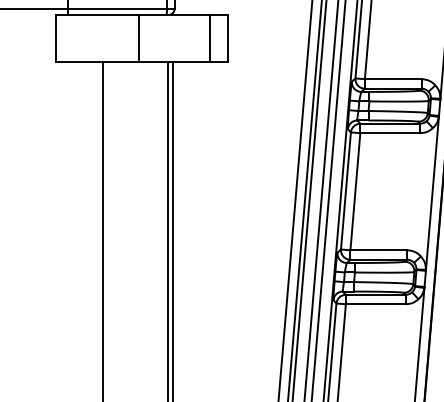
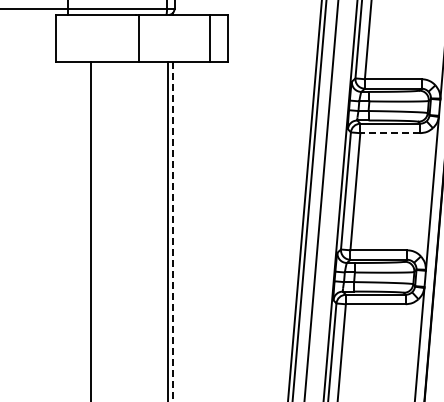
line at (390, 133): solid -> dashed
line at (295, 200): present -> none
line at (328, 200): present -> none
line at (103, 230) position: (103, 230) -> (91, 230)
line at (172, 232): solid -> dashed
